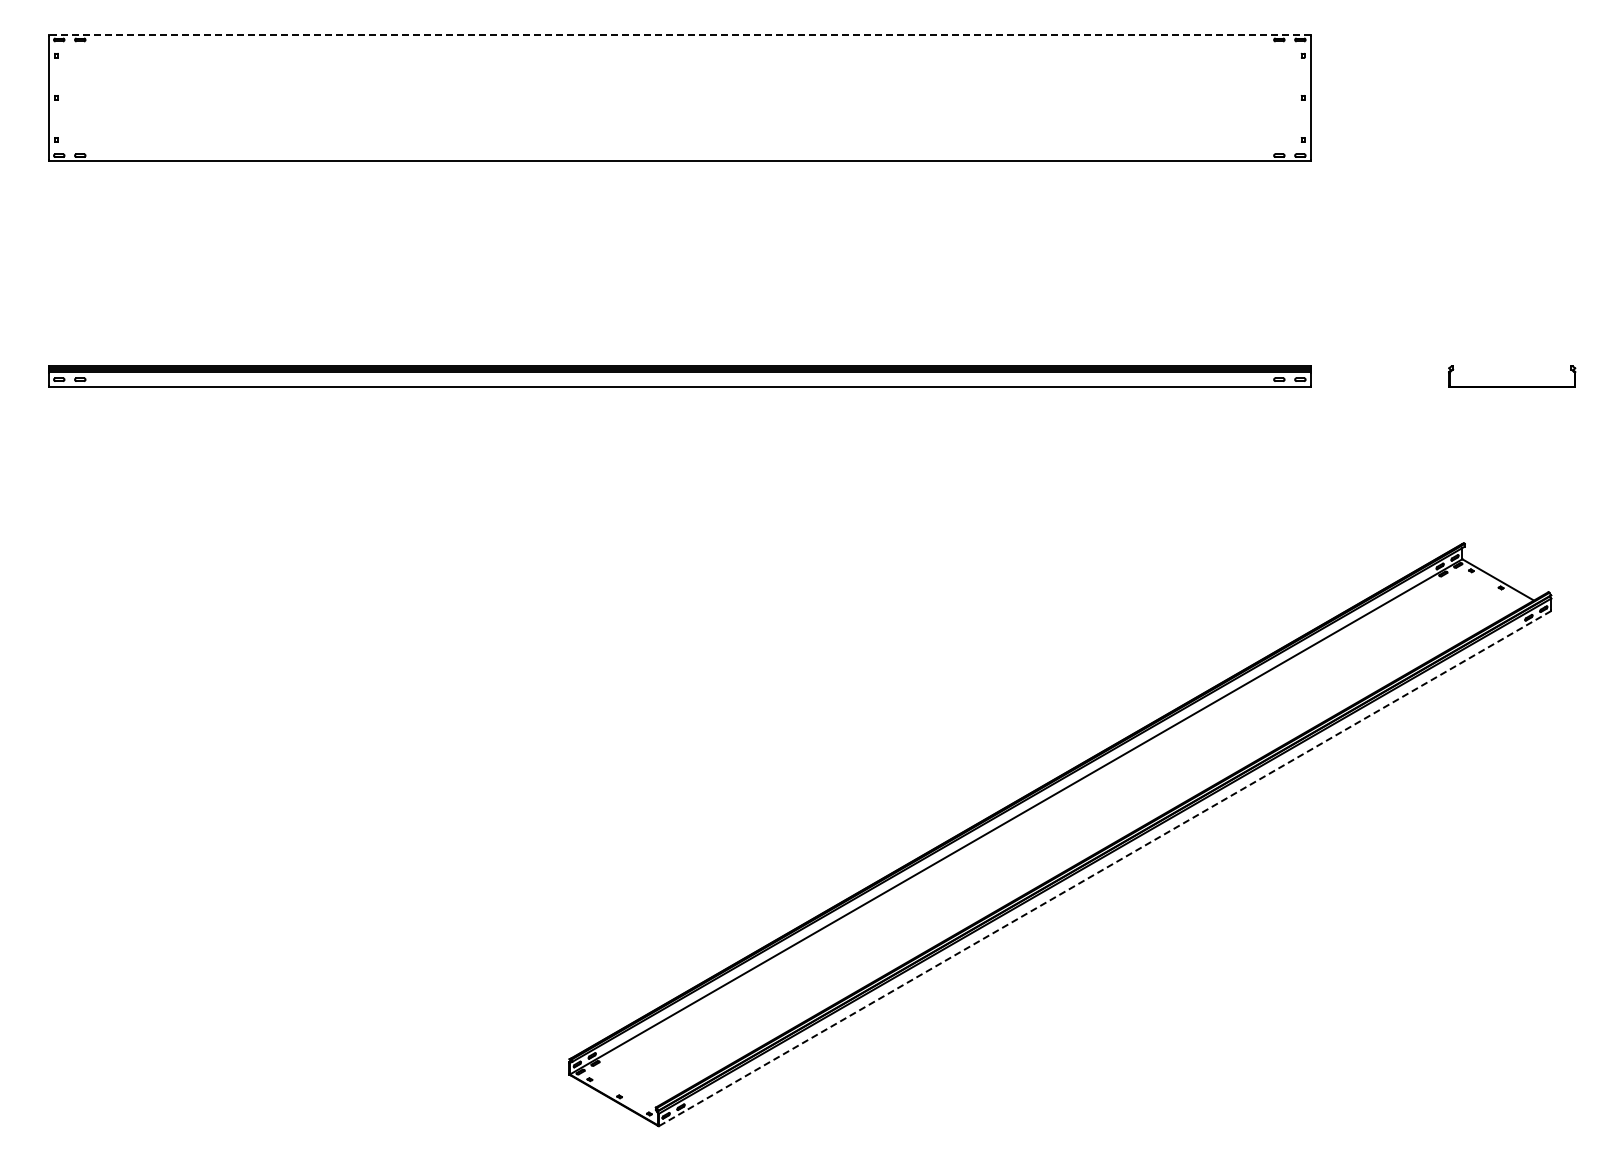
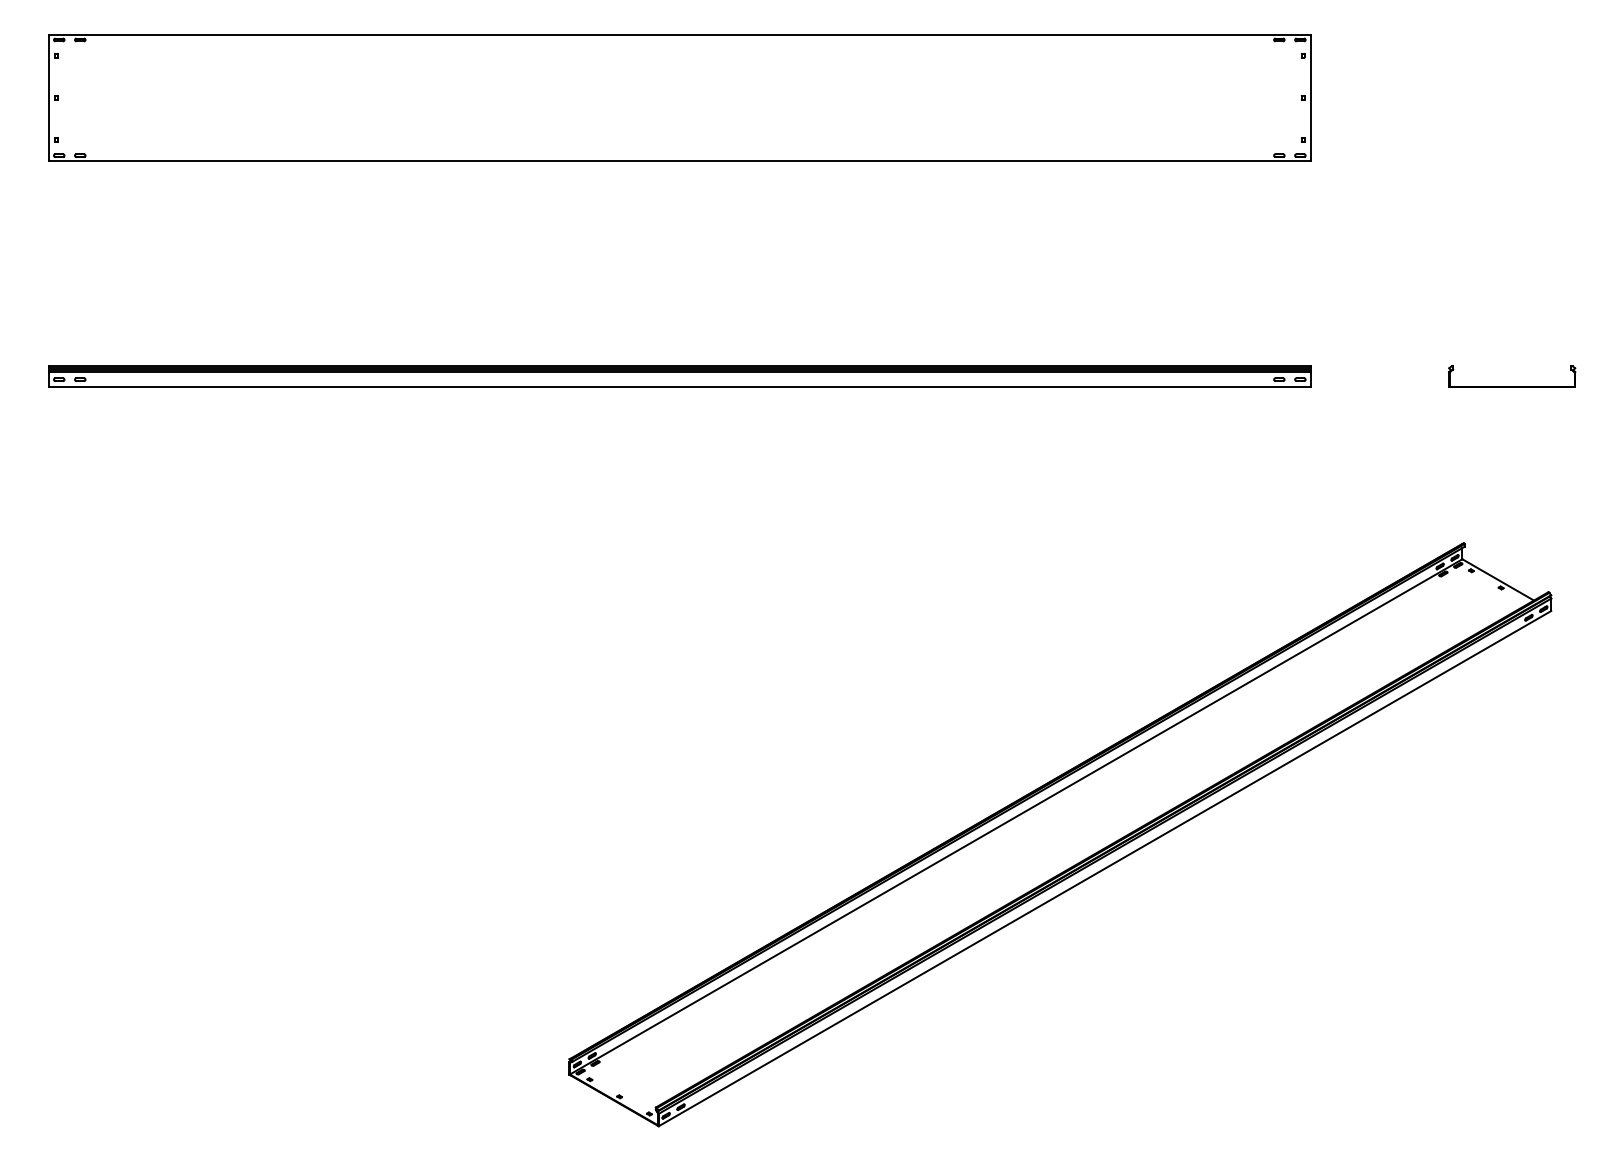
line at (679, 34): dashed -> solid
line at (1104, 868): dashed -> solid
